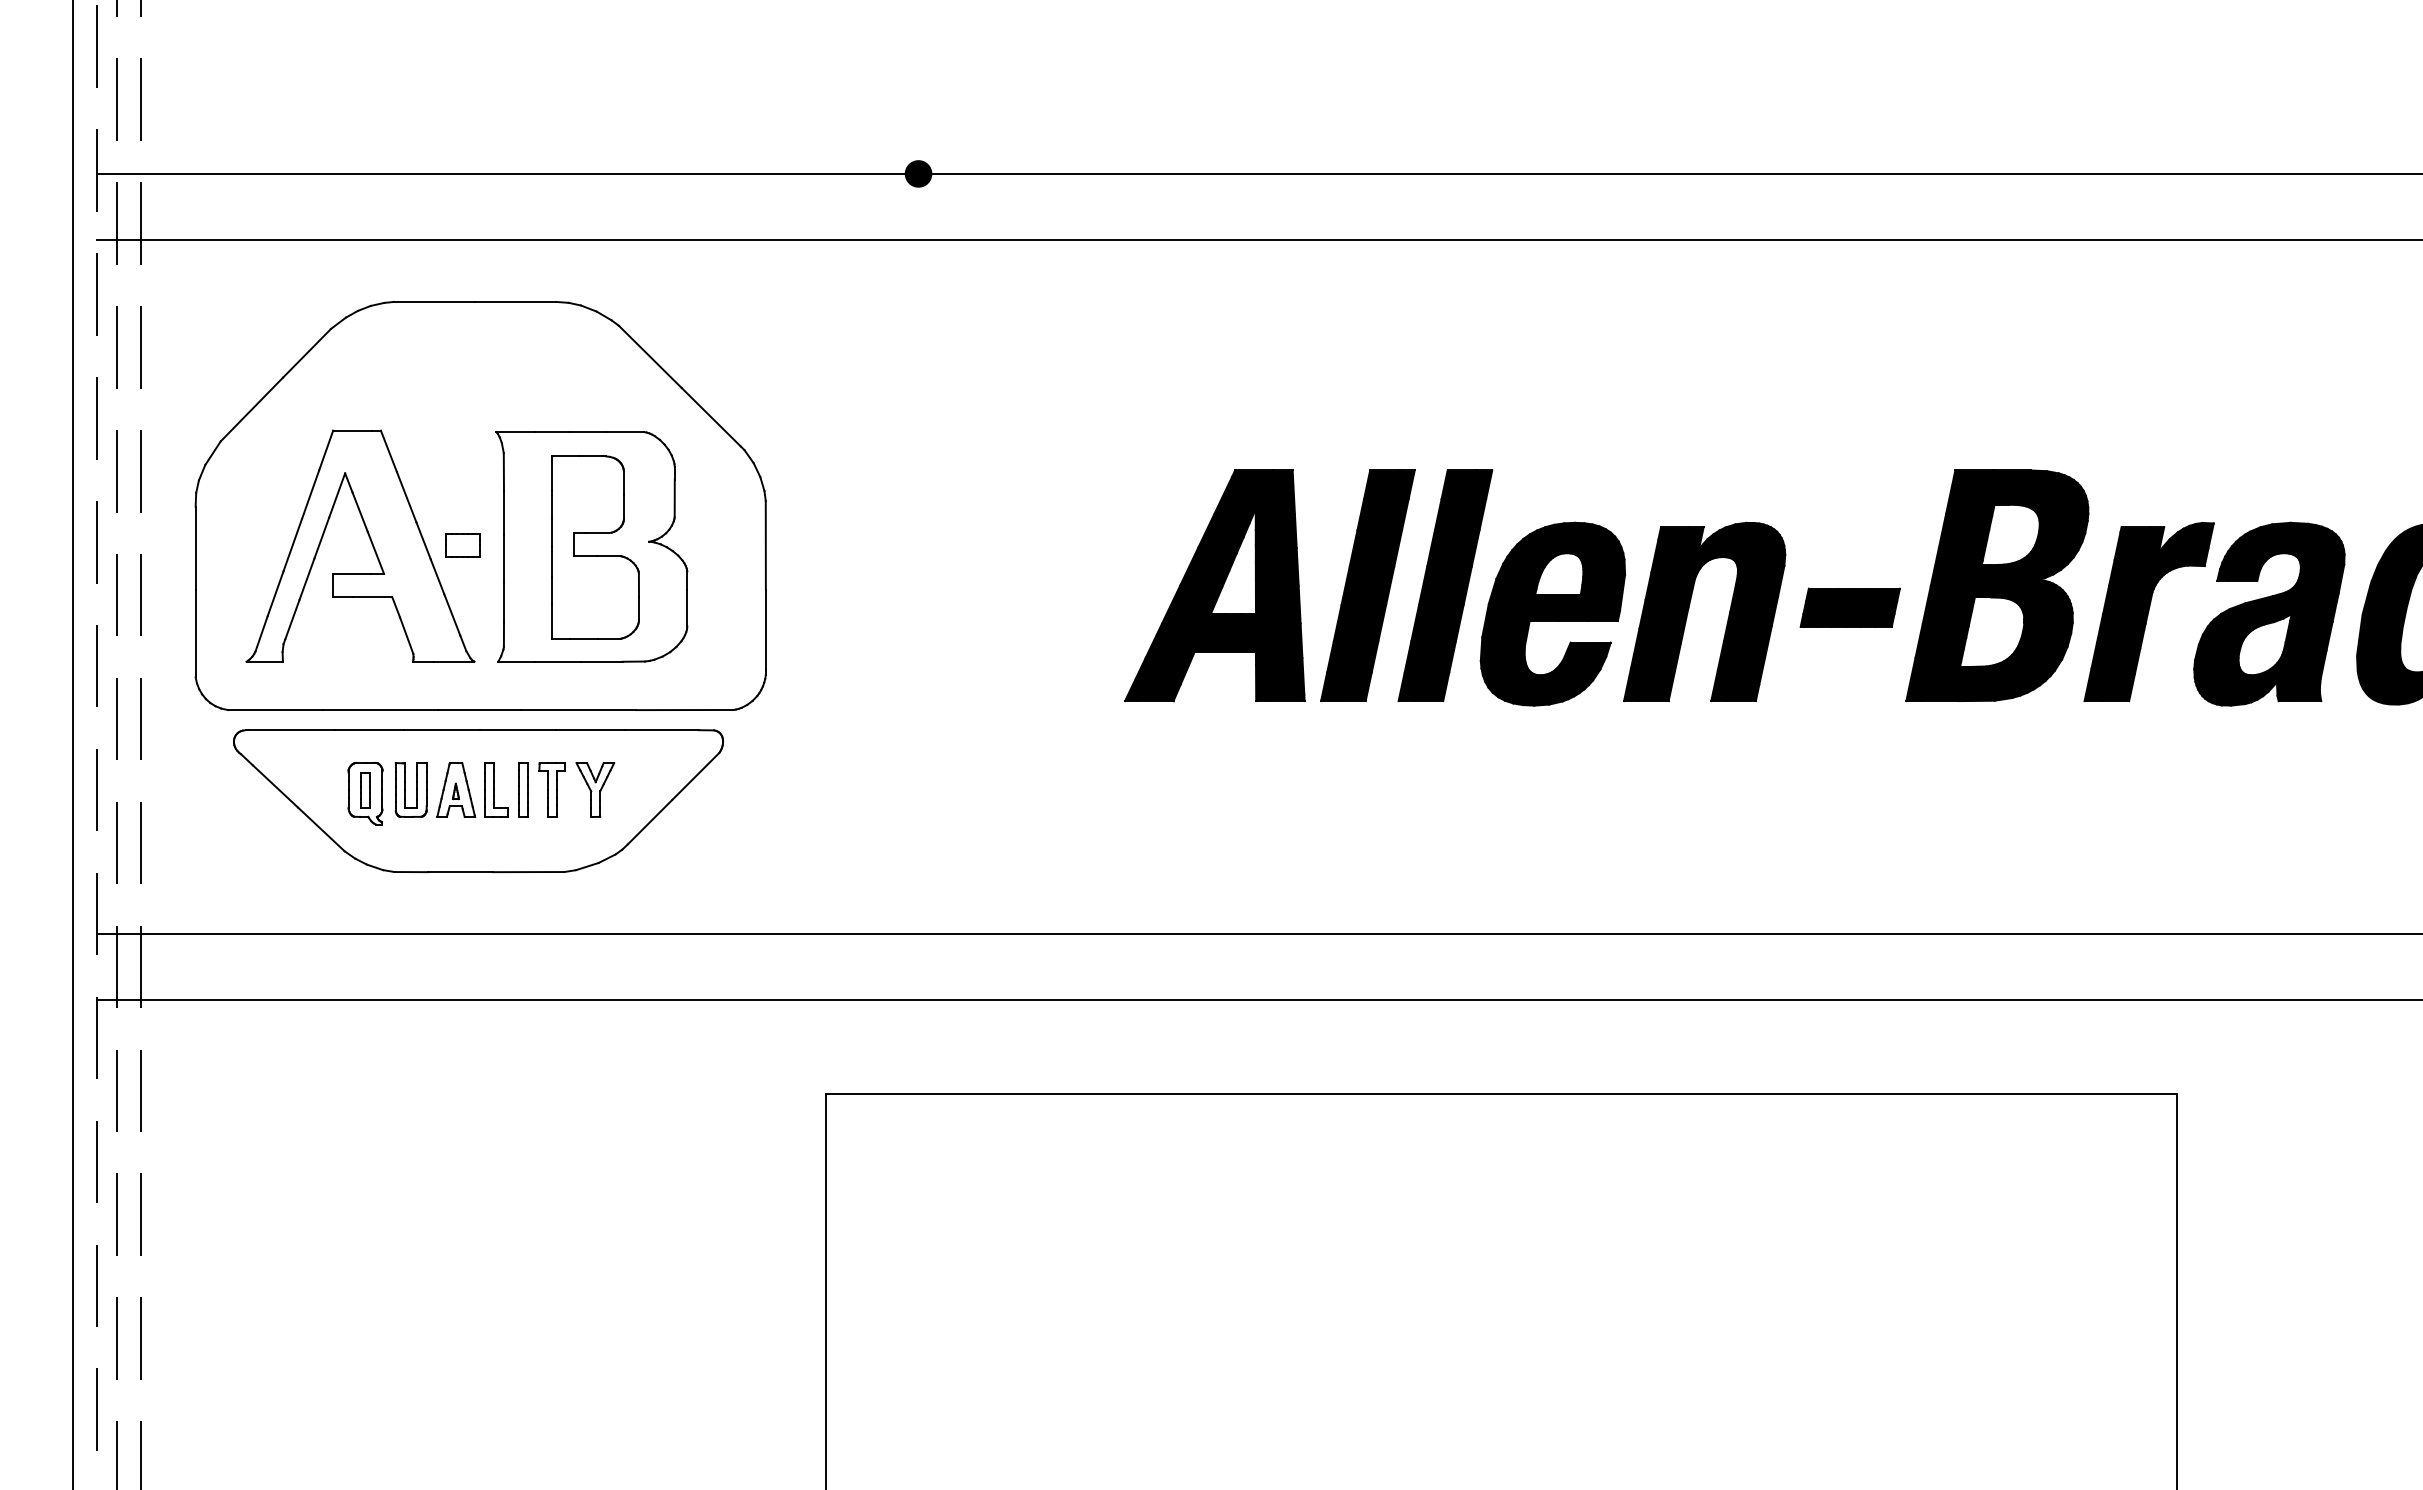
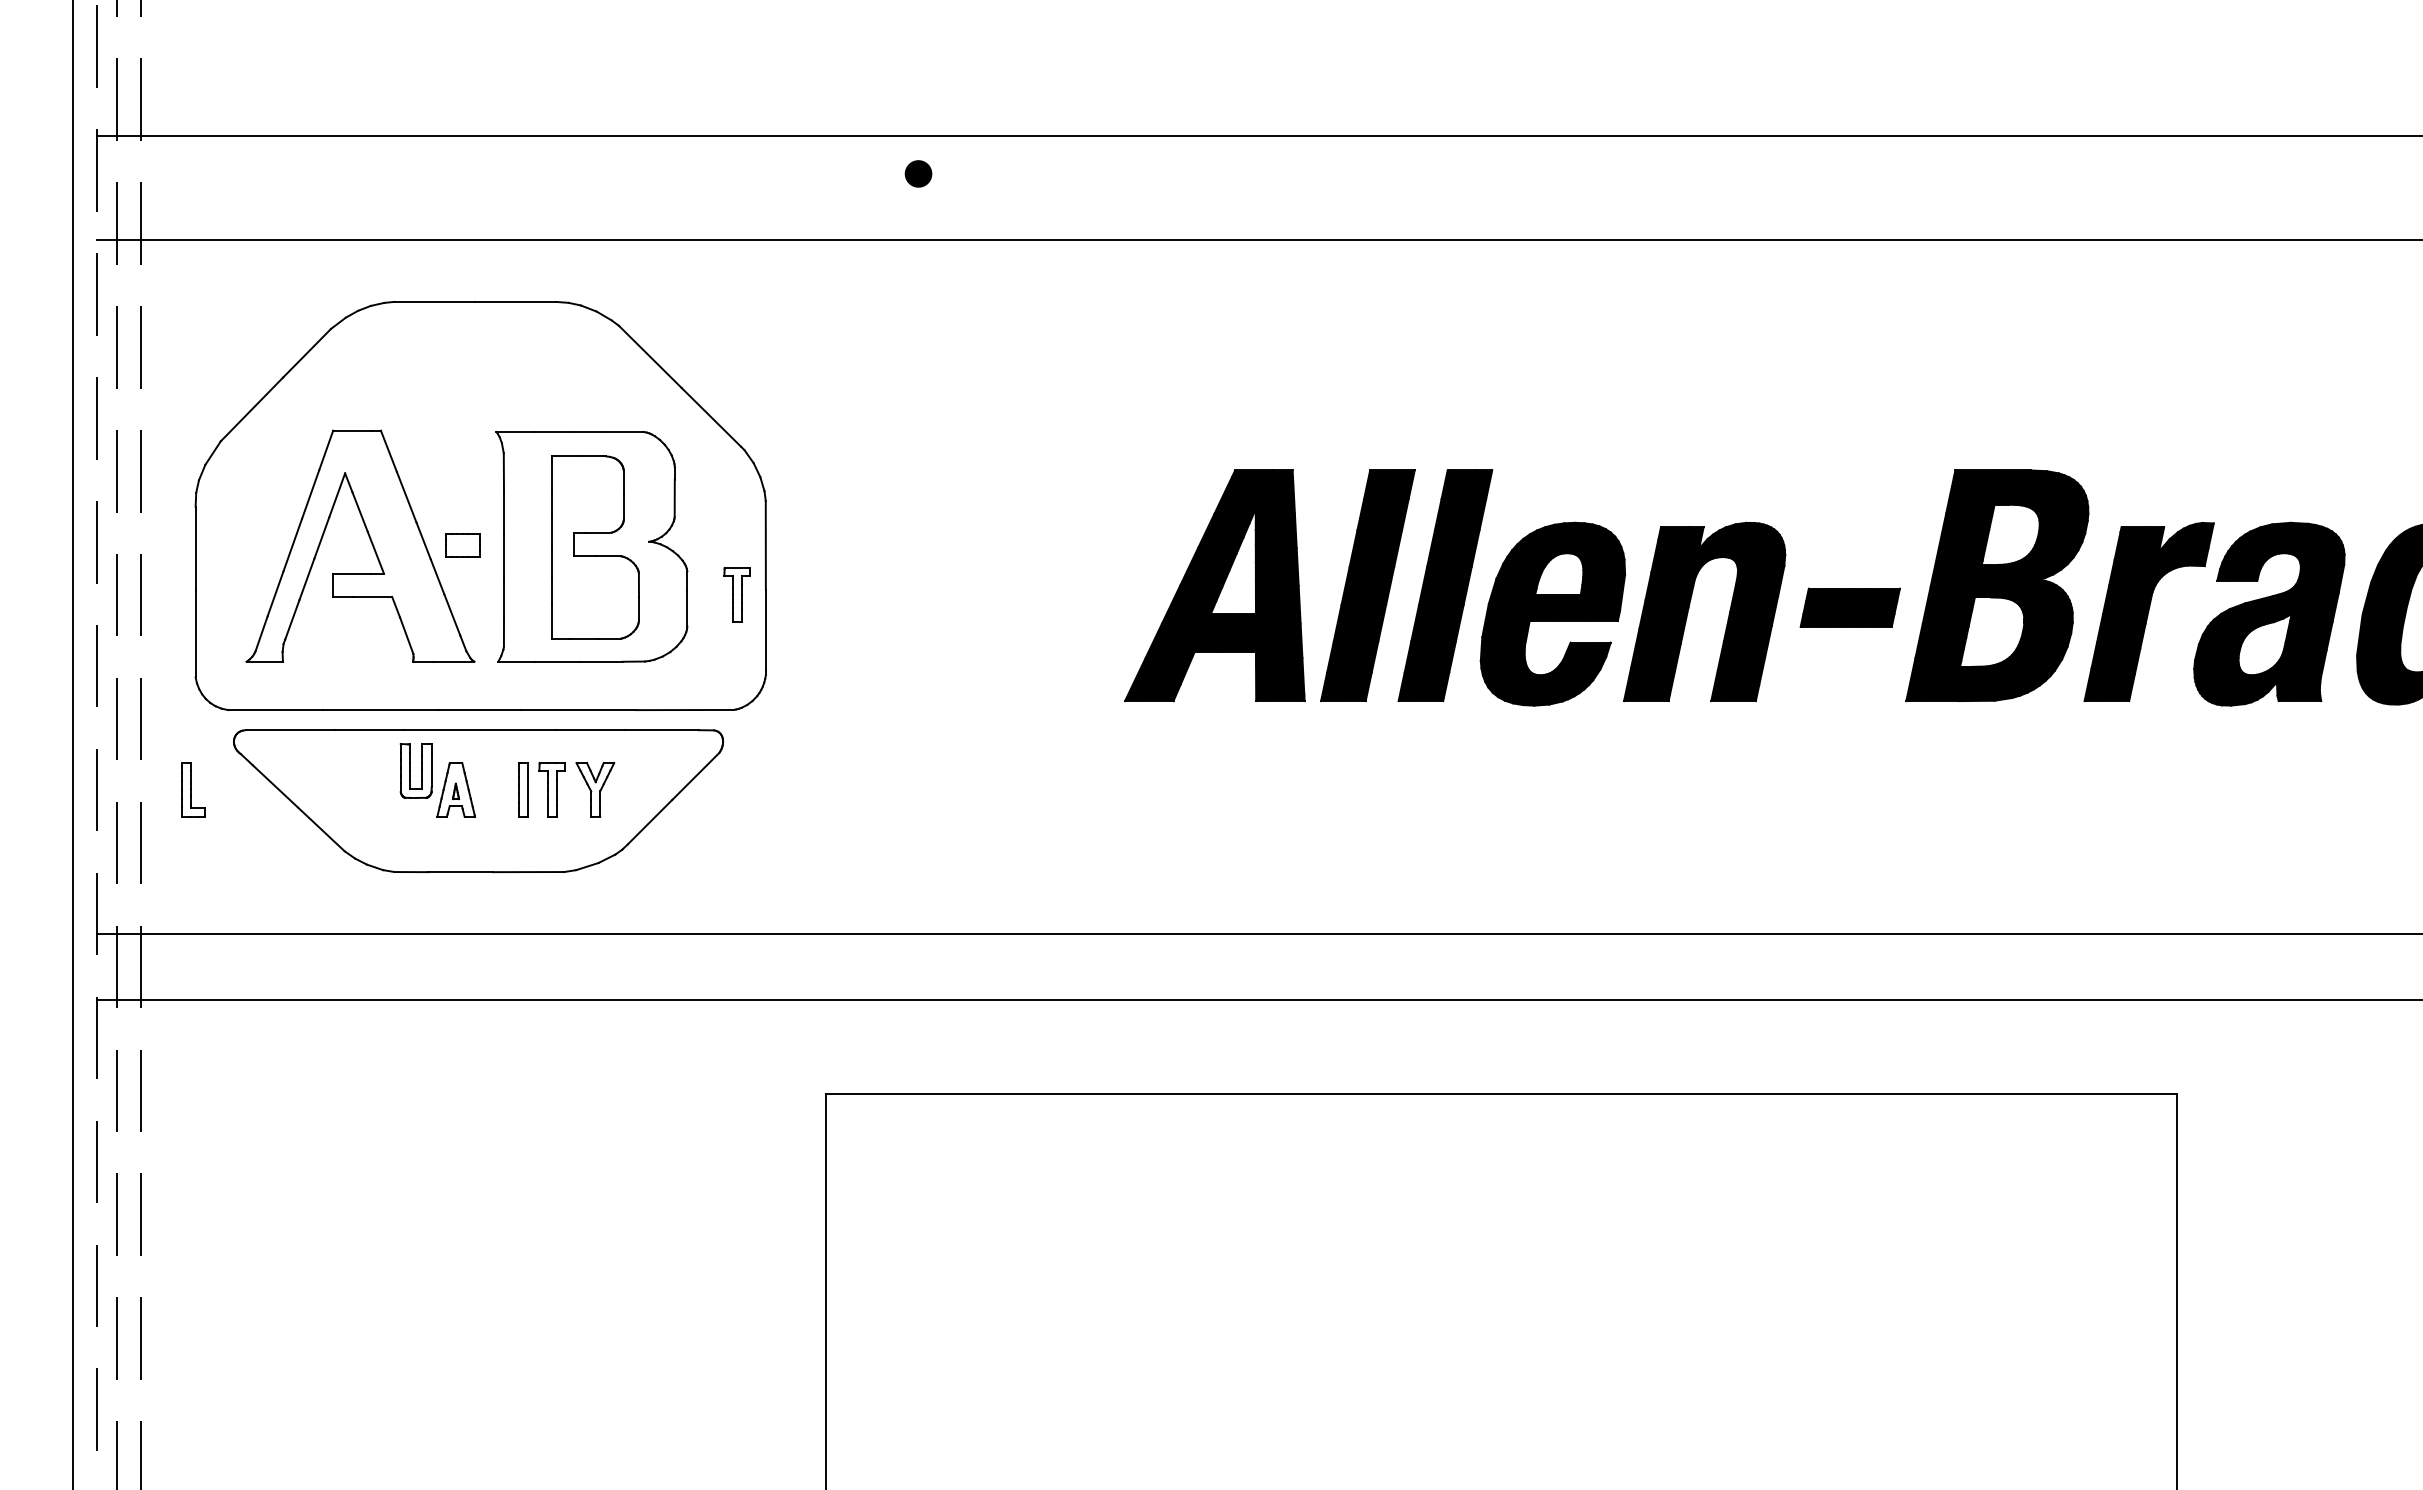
line at (1257, 173) position: (1257, 173) -> (1257, 135)
part at (736, 594): none -> present
part at (410, 789) position: (410, 789) -> (415, 770)
part at (496, 789) position: (496, 789) -> (193, 789)
part at (365, 793): present -> none
